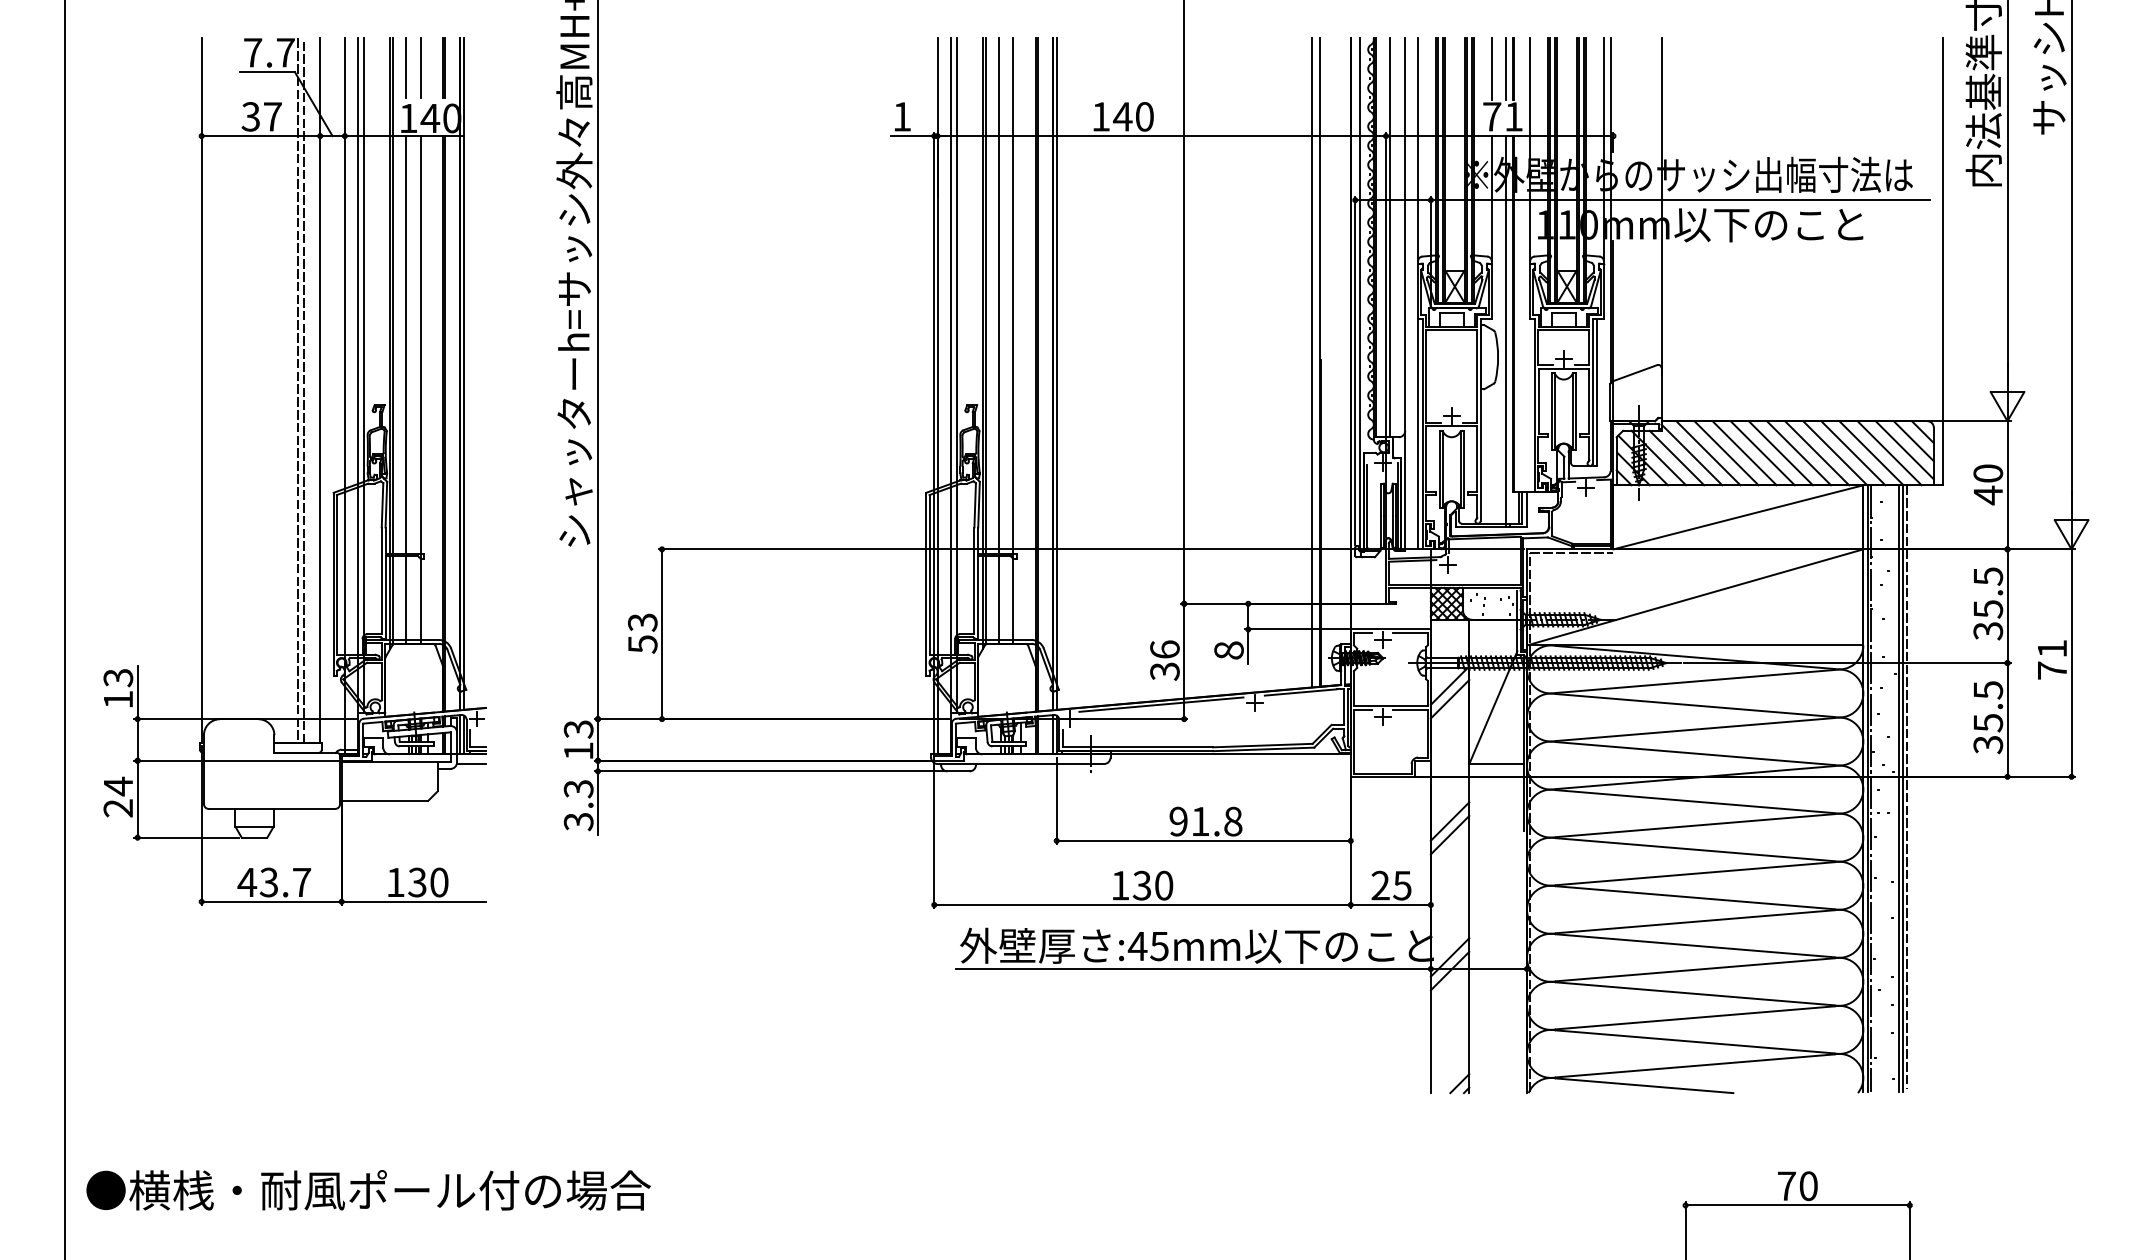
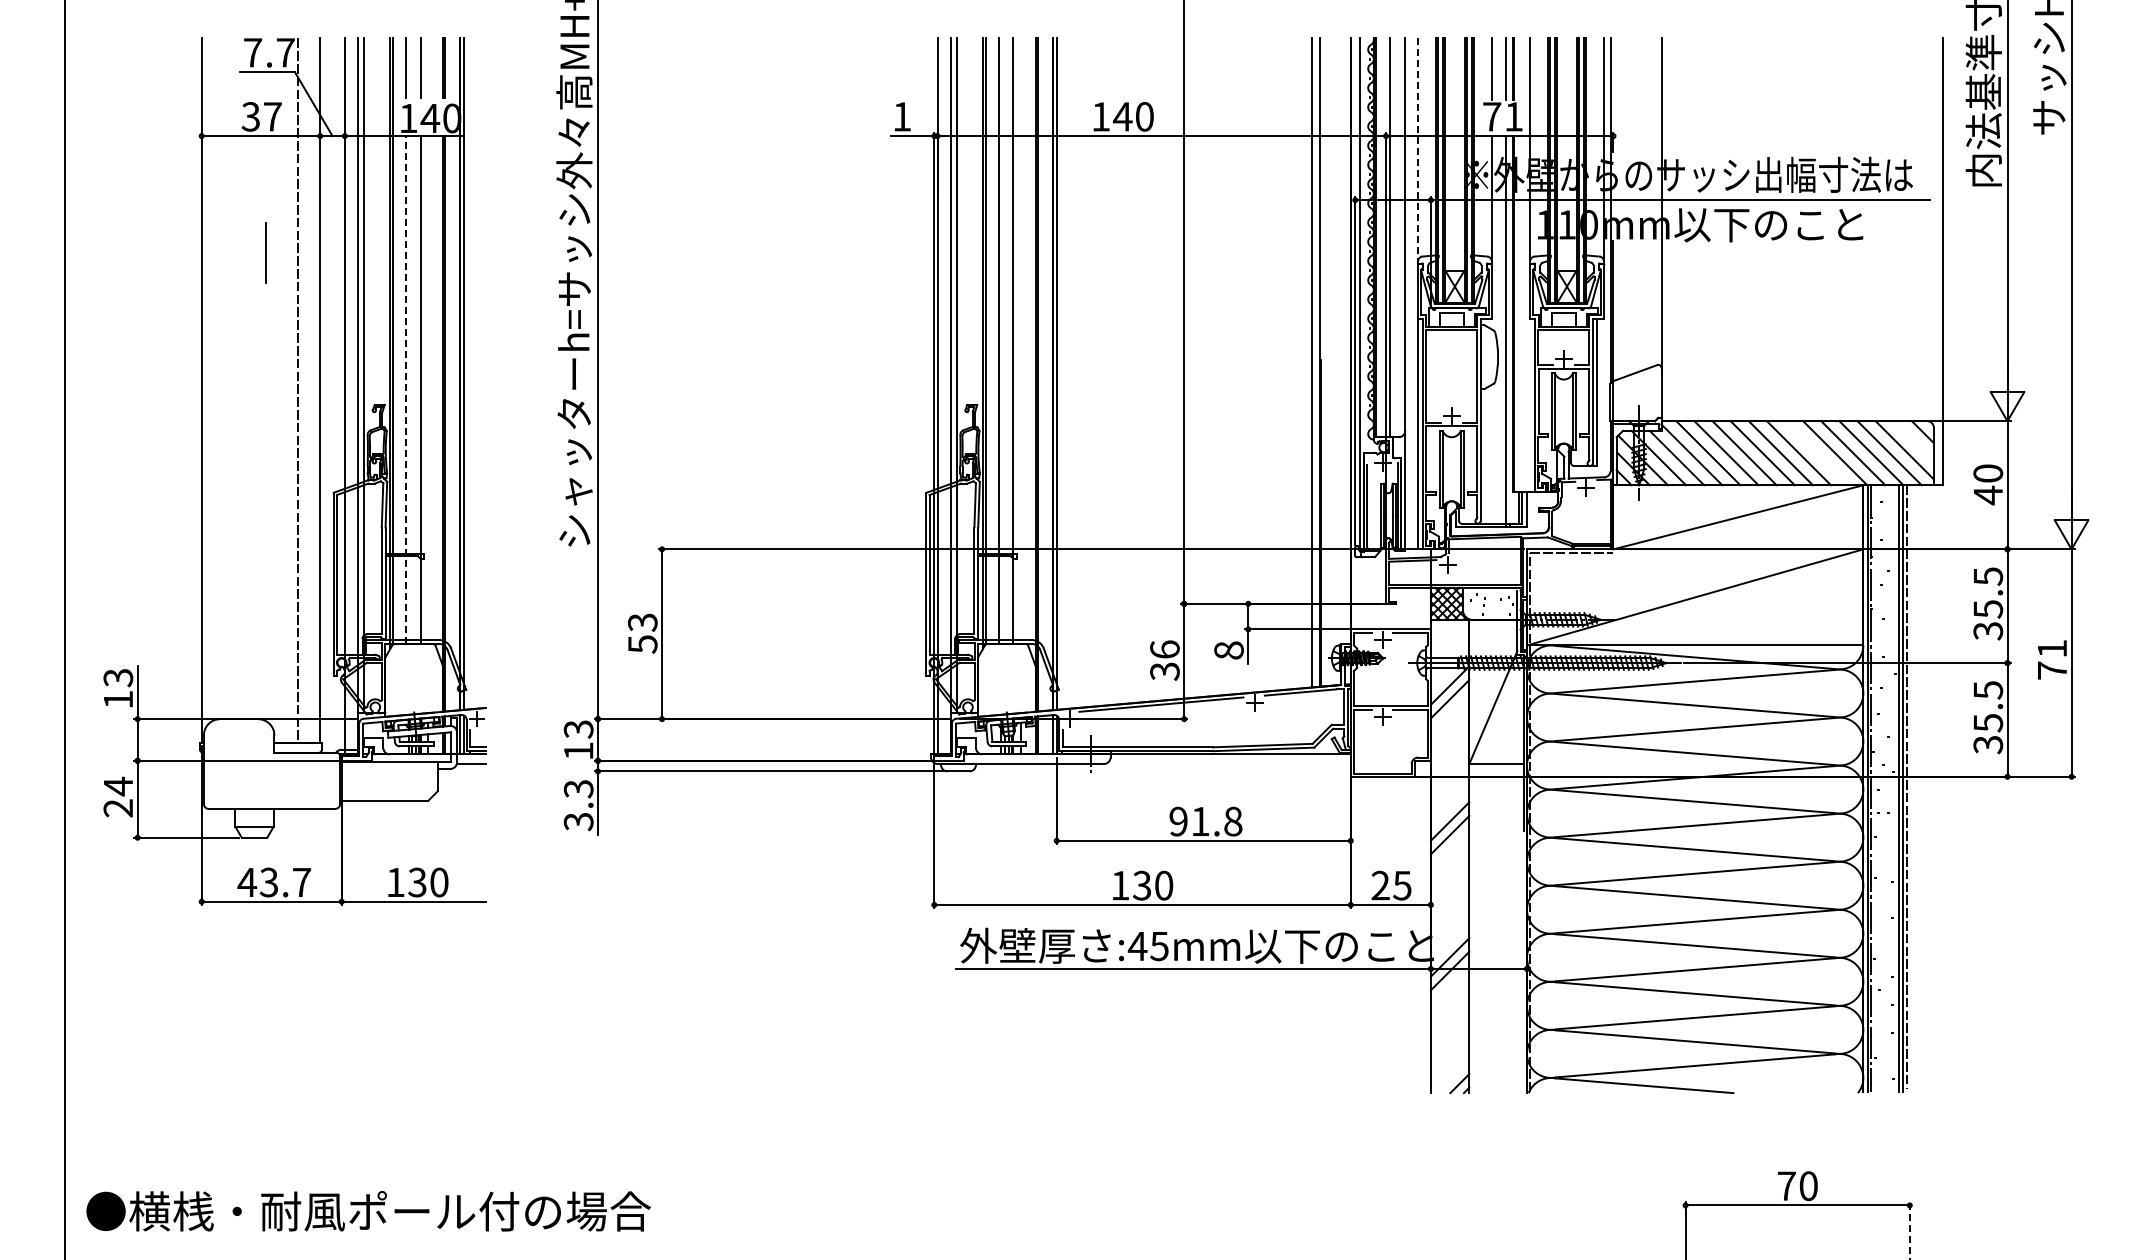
line at (1418, 150): solid -> dashed
line at (265, 252): none -> present
line at (406, 389): solid -> dashed
line at (304, 390): present -> none
line at (1913, 441): present -> none
line at (1817, 453): present -> none
text at (368, 1190) position: (368, 1190) -> (368, 1211)
line at (1909, 1230): solid -> dashed
